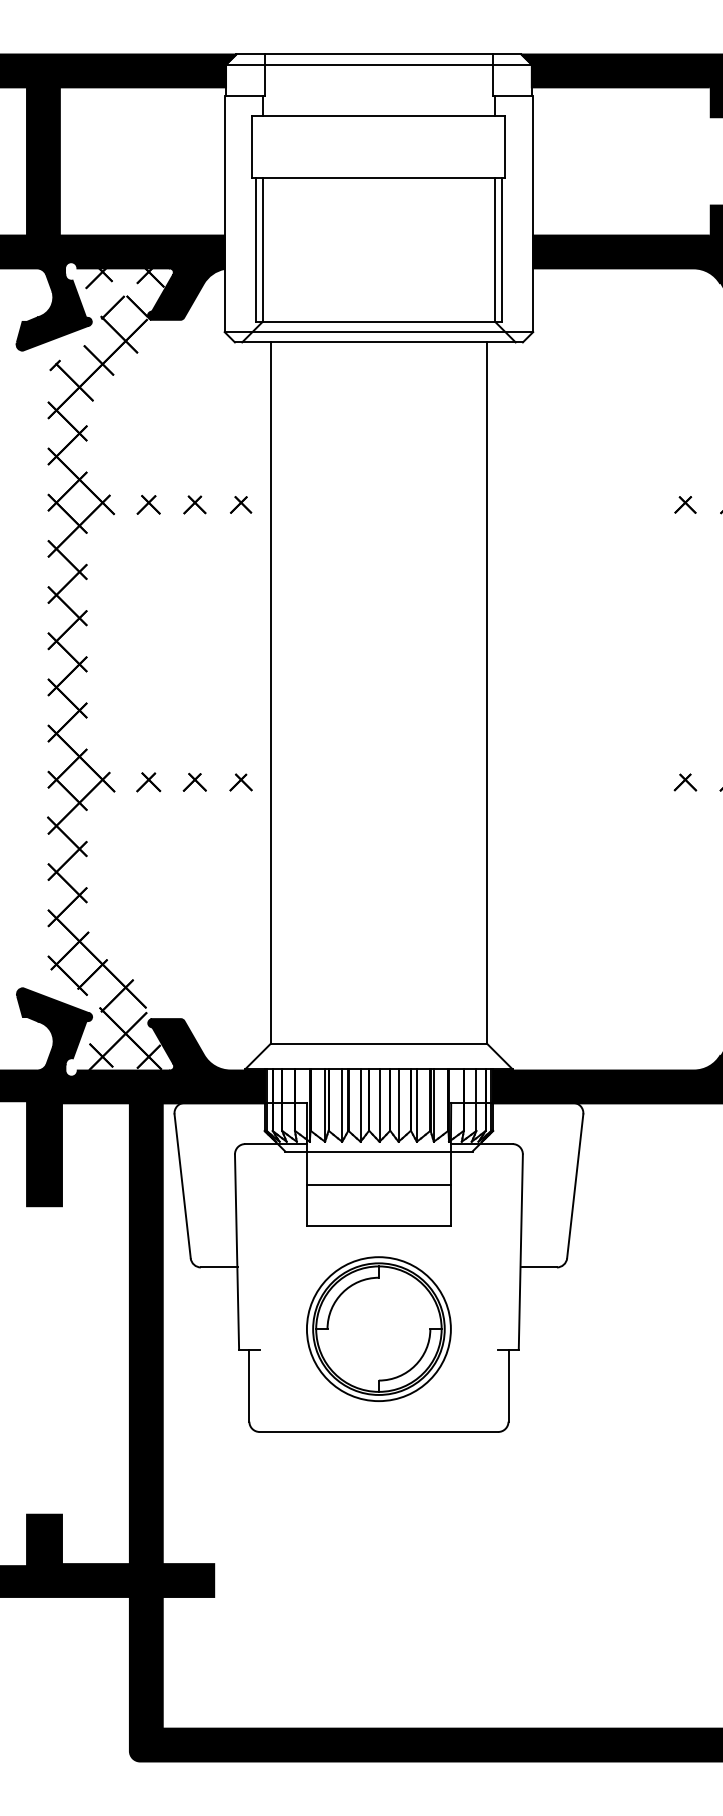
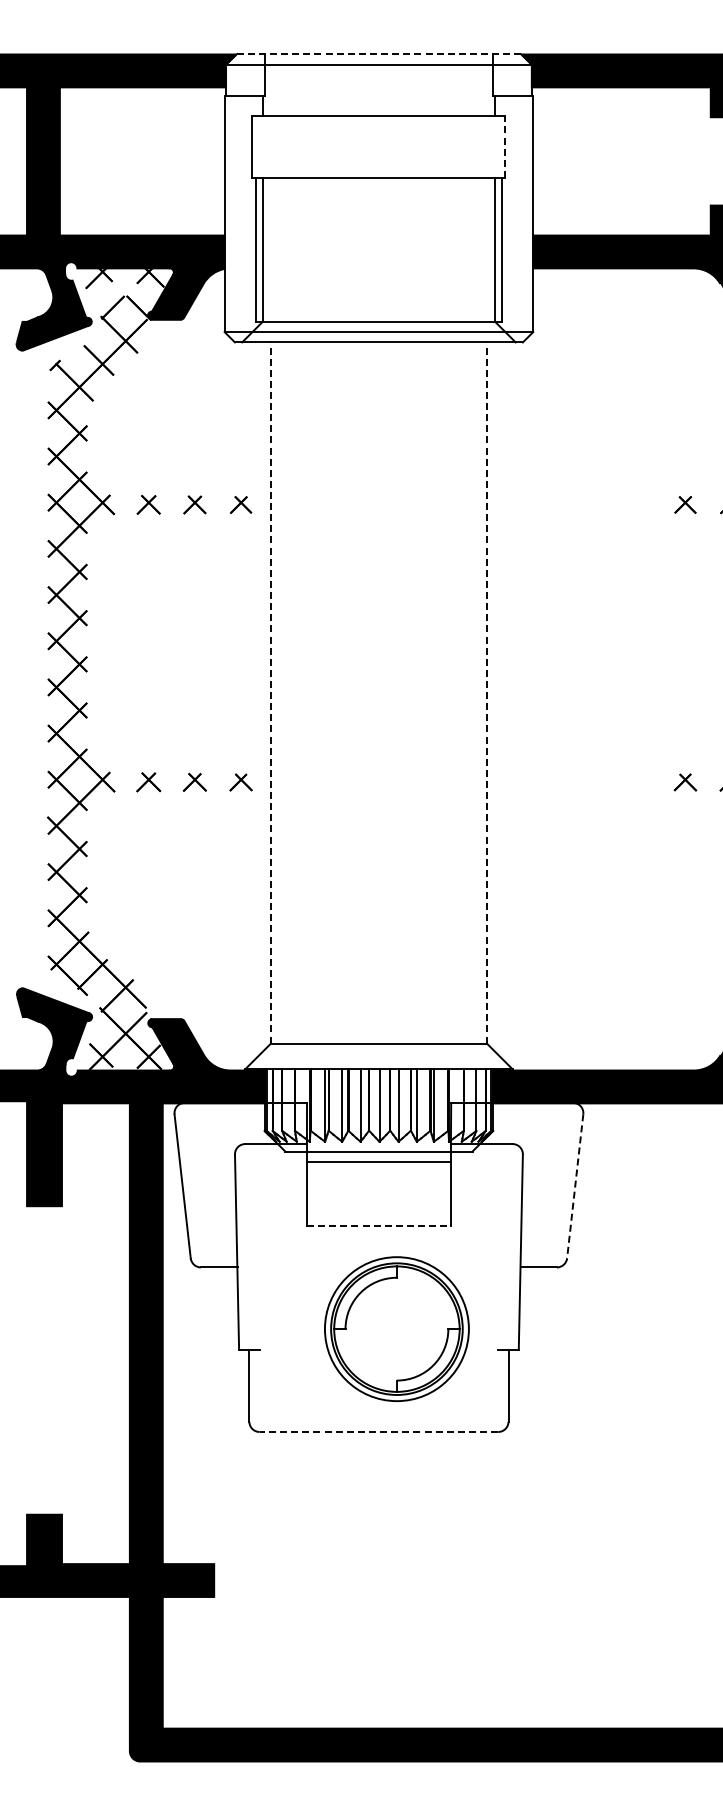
line at (378, 54): solid -> dashed
line at (505, 147): solid -> dashed
line at (270, 693): solid -> dashed
line at (486, 693): solid -> dashed
line at (379, 1185) position: (379, 1185) -> (379, 1162)
line at (575, 1186): solid -> dashed
line at (378, 1226): solid -> dashed
part at (378, 1328) position: (378, 1328) -> (396, 1328)
line at (378, 1431): solid -> dashed
